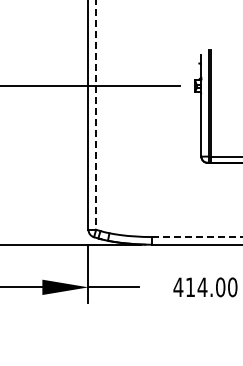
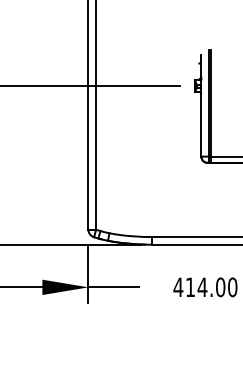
line at (96, 114): dashed -> solid
line at (197, 237): dashed -> solid
